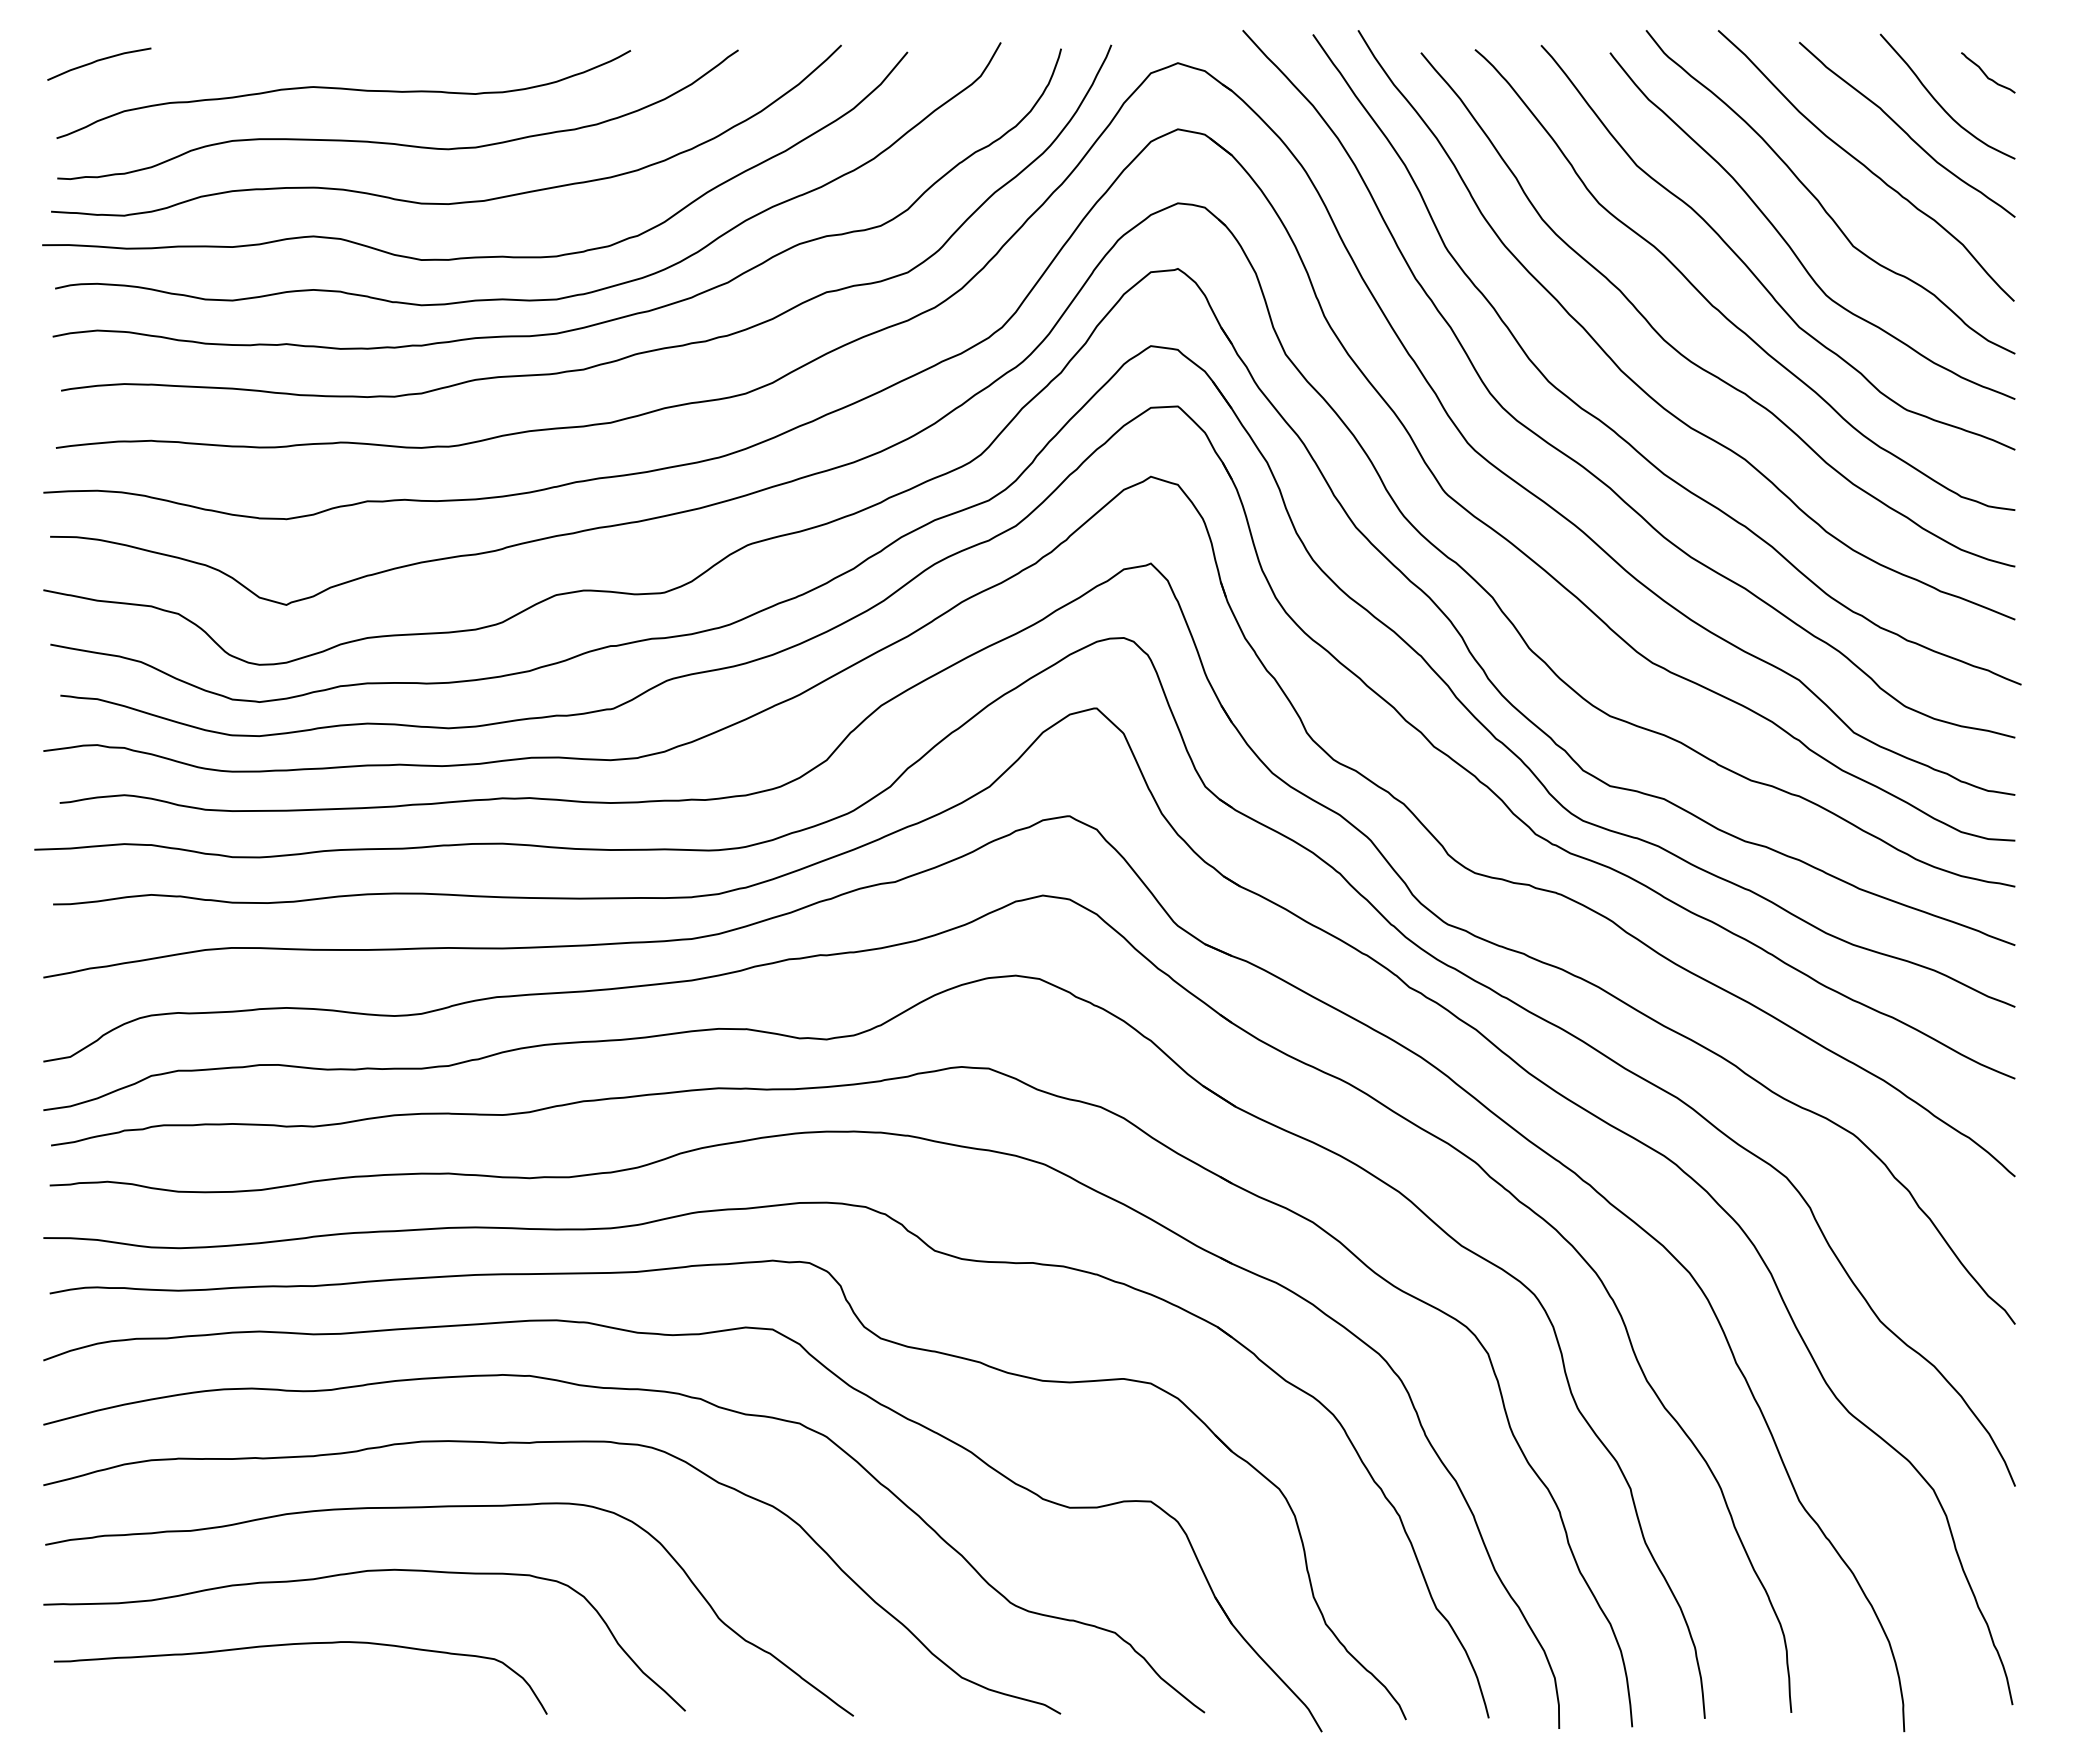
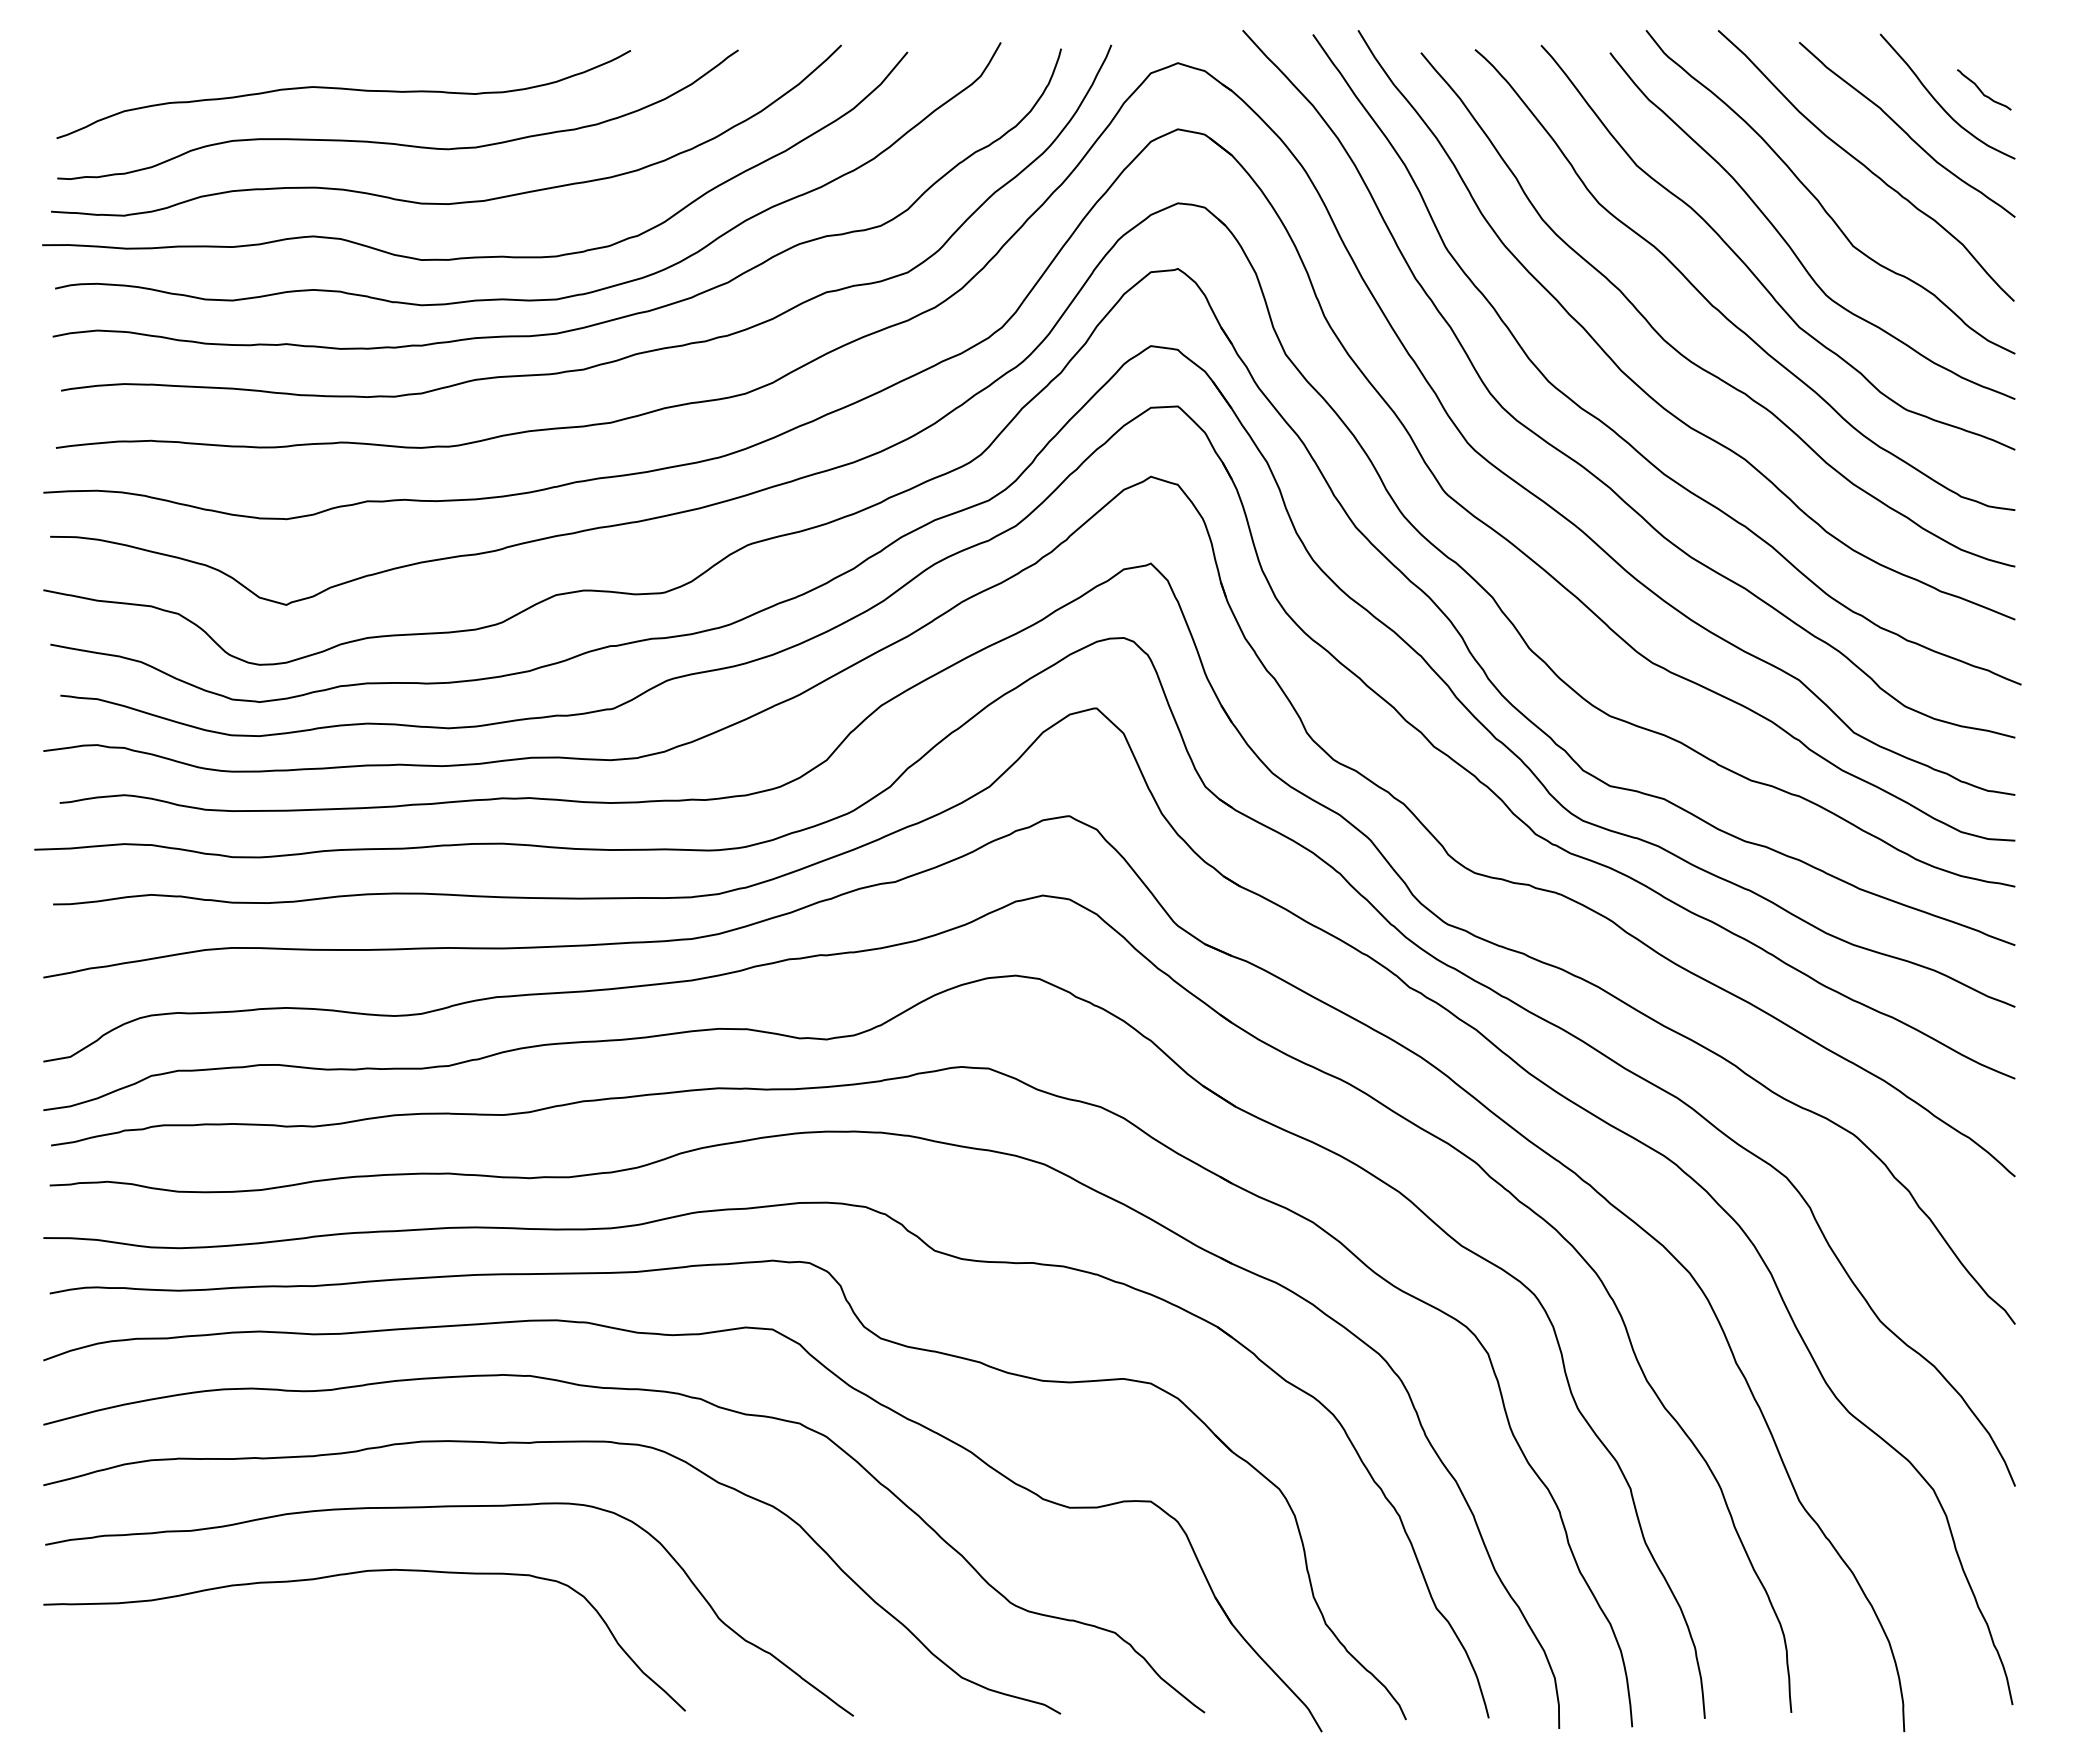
curve at (98, 61): present -> none
curve at (1986, 74) position: (1986, 74) -> (1982, 91)
curve at (292, 1645): present -> none
